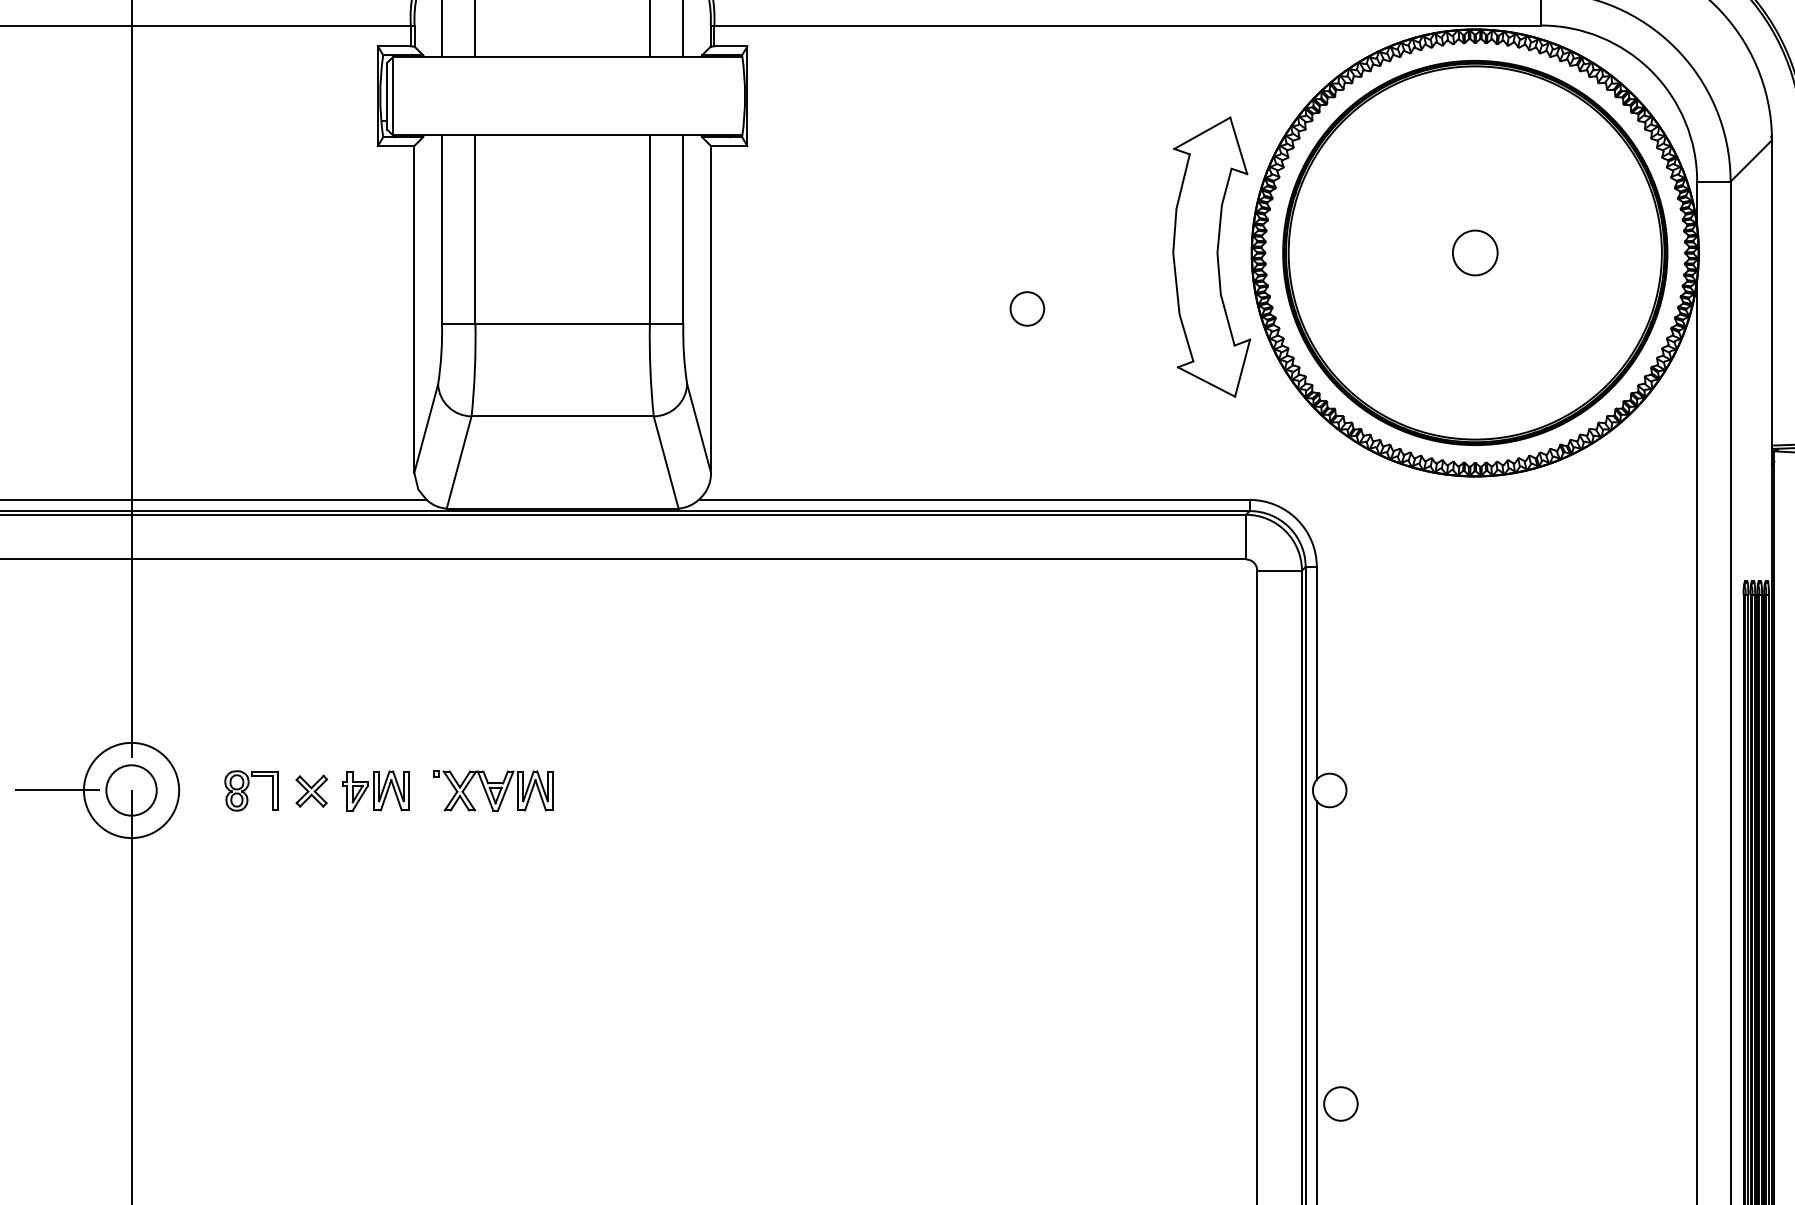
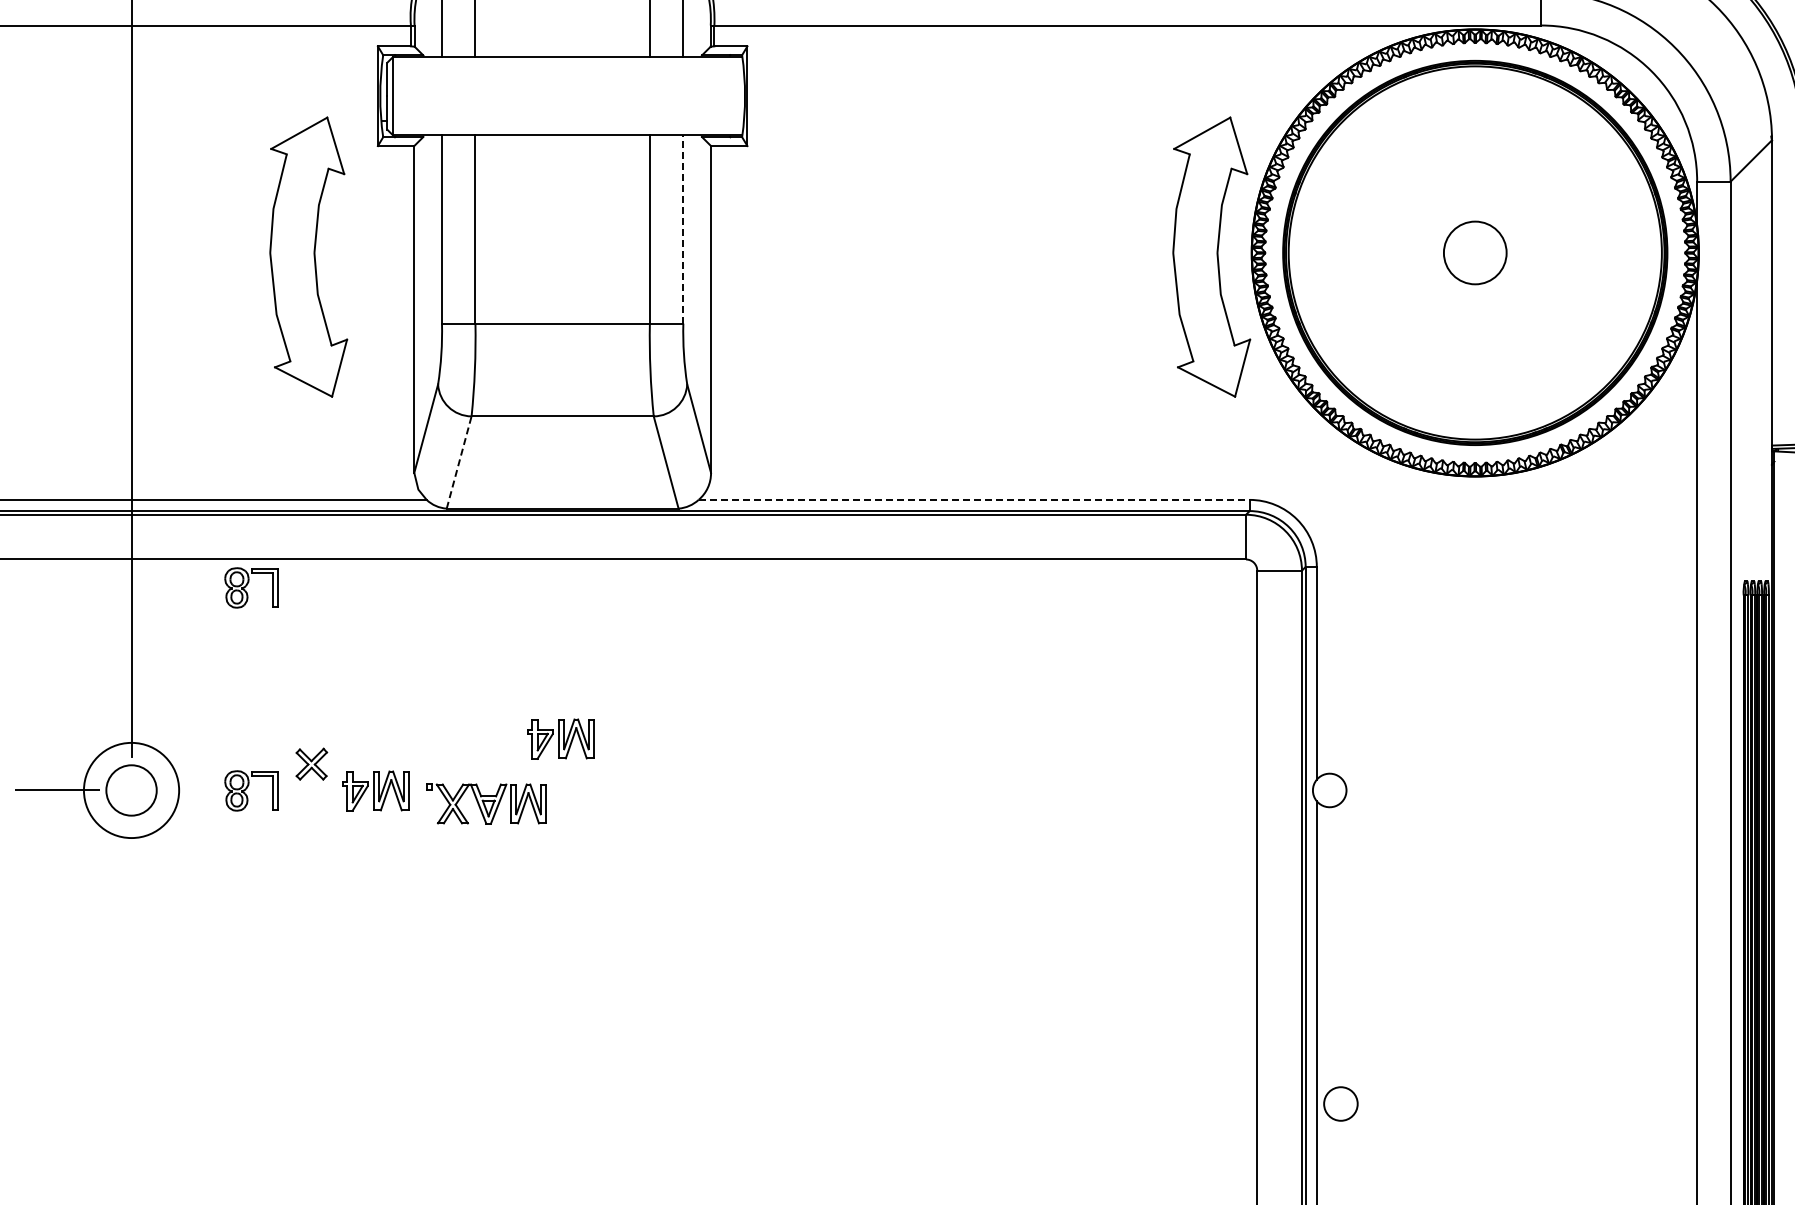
line at (683, 229): solid -> dashed
circle at (1474, 252) diameter: 45 px -> 63 px
part at (308, 256): none -> present
circle at (1027, 308): present -> none
line at (459, 462): solid -> dashed
line at (974, 499): solid -> dashed
part at (251, 587): none -> present
part at (560, 738): none -> present
part at (311, 790) position: (311, 790) -> (311, 763)
part at (493, 790) position: (493, 790) -> (486, 803)
line at (131, 995): present -> none
